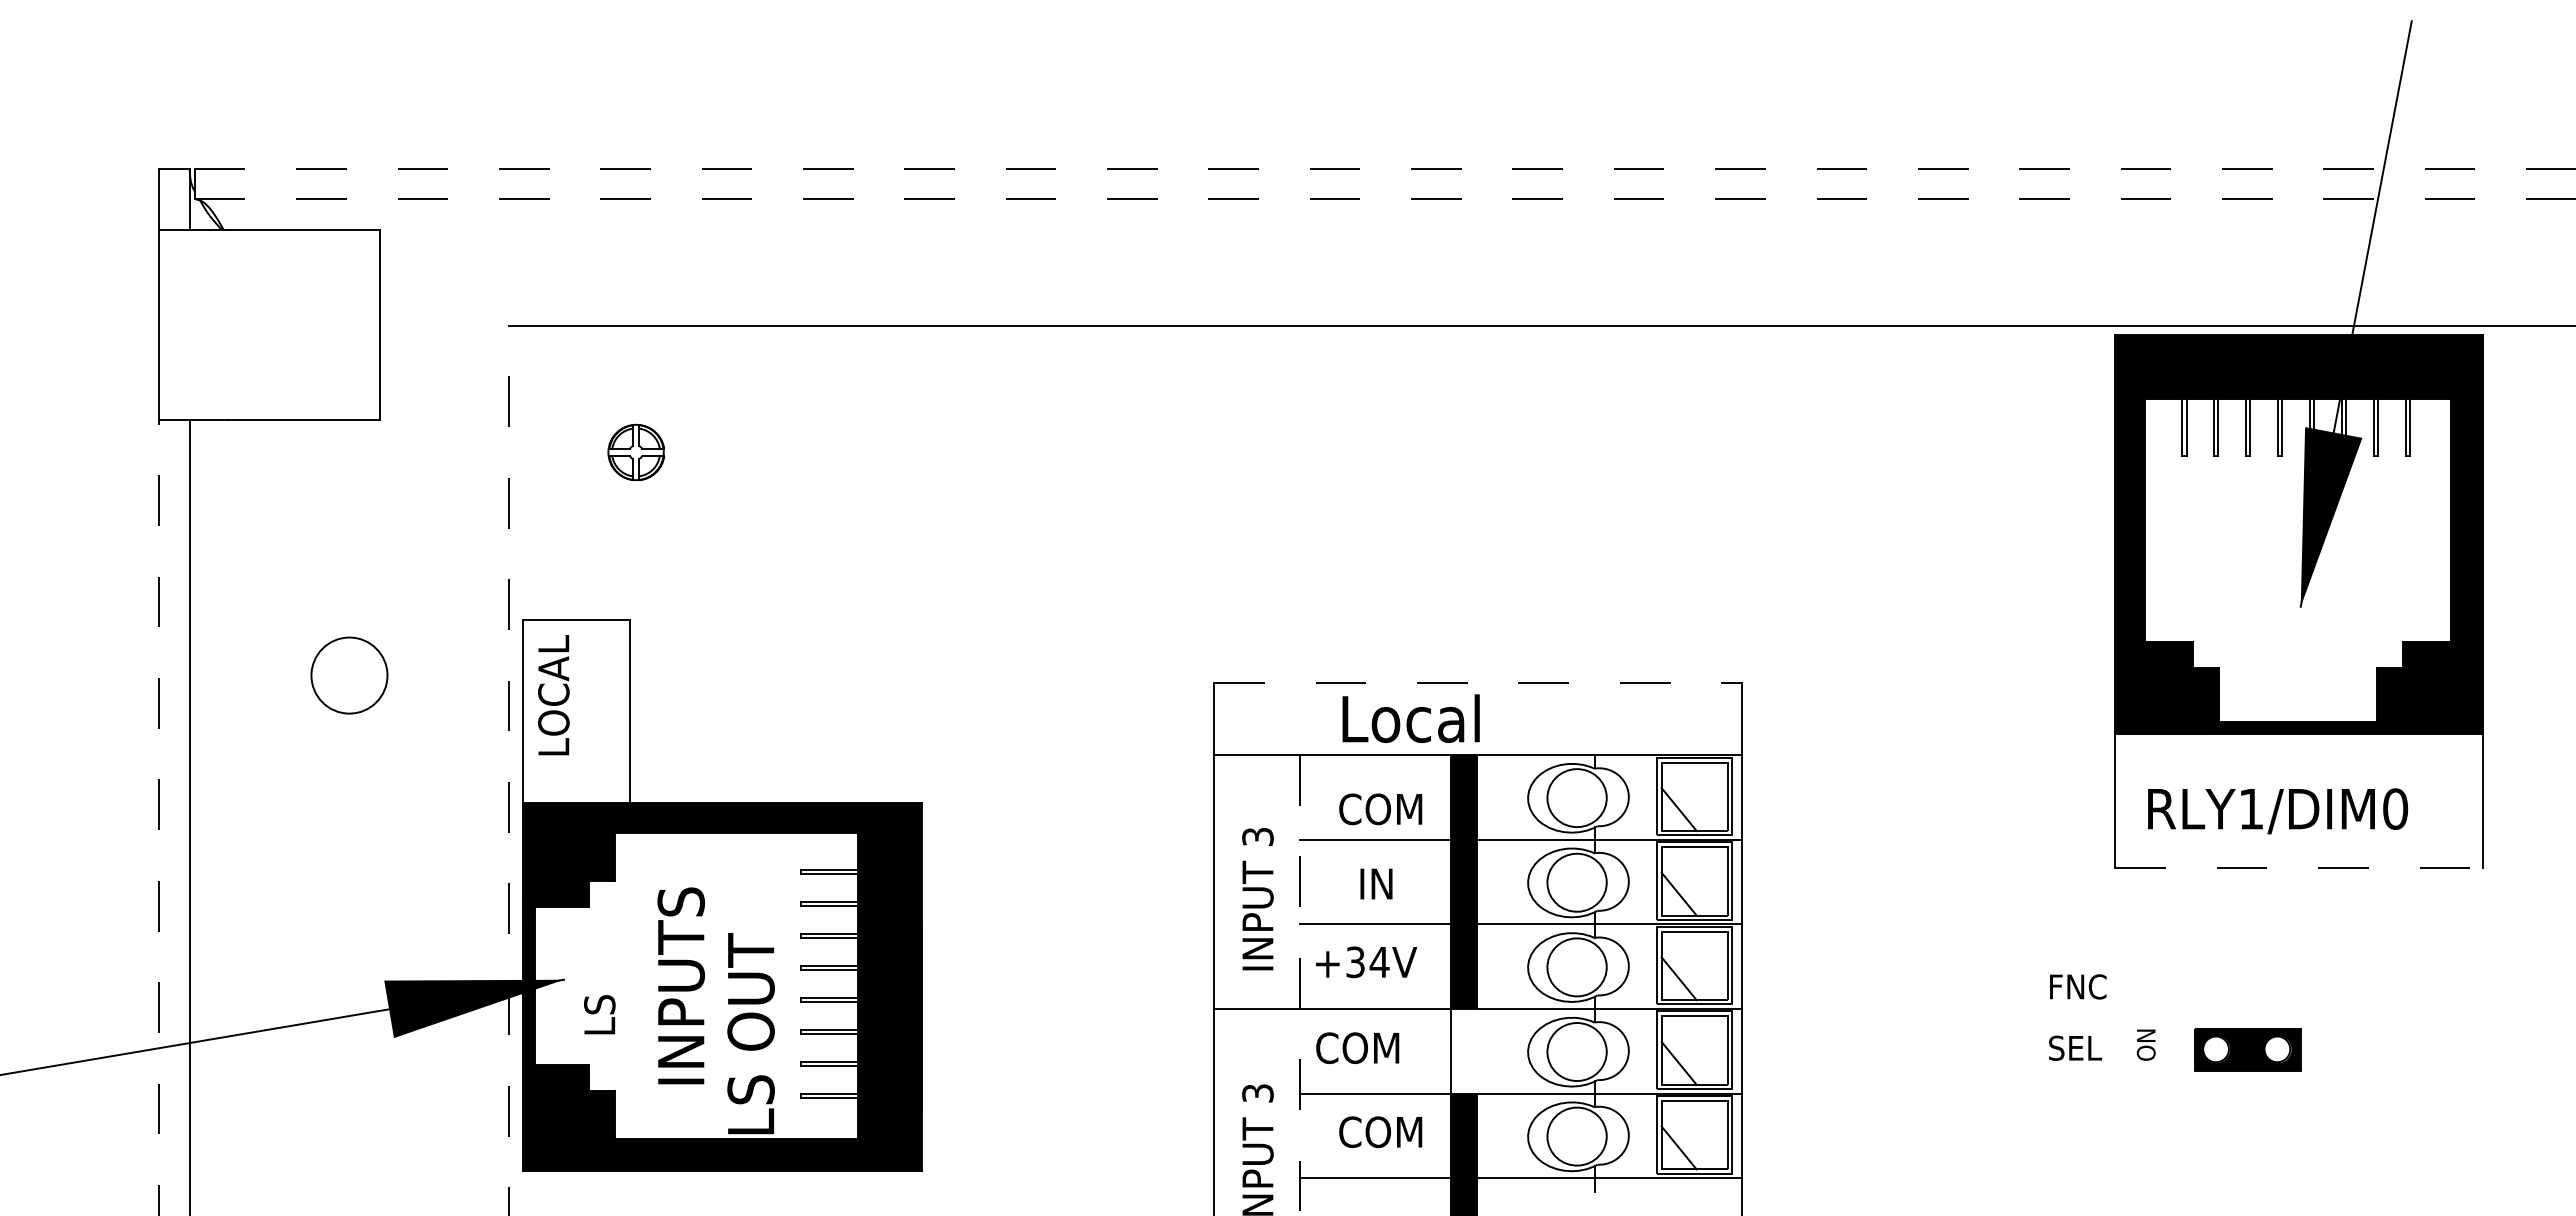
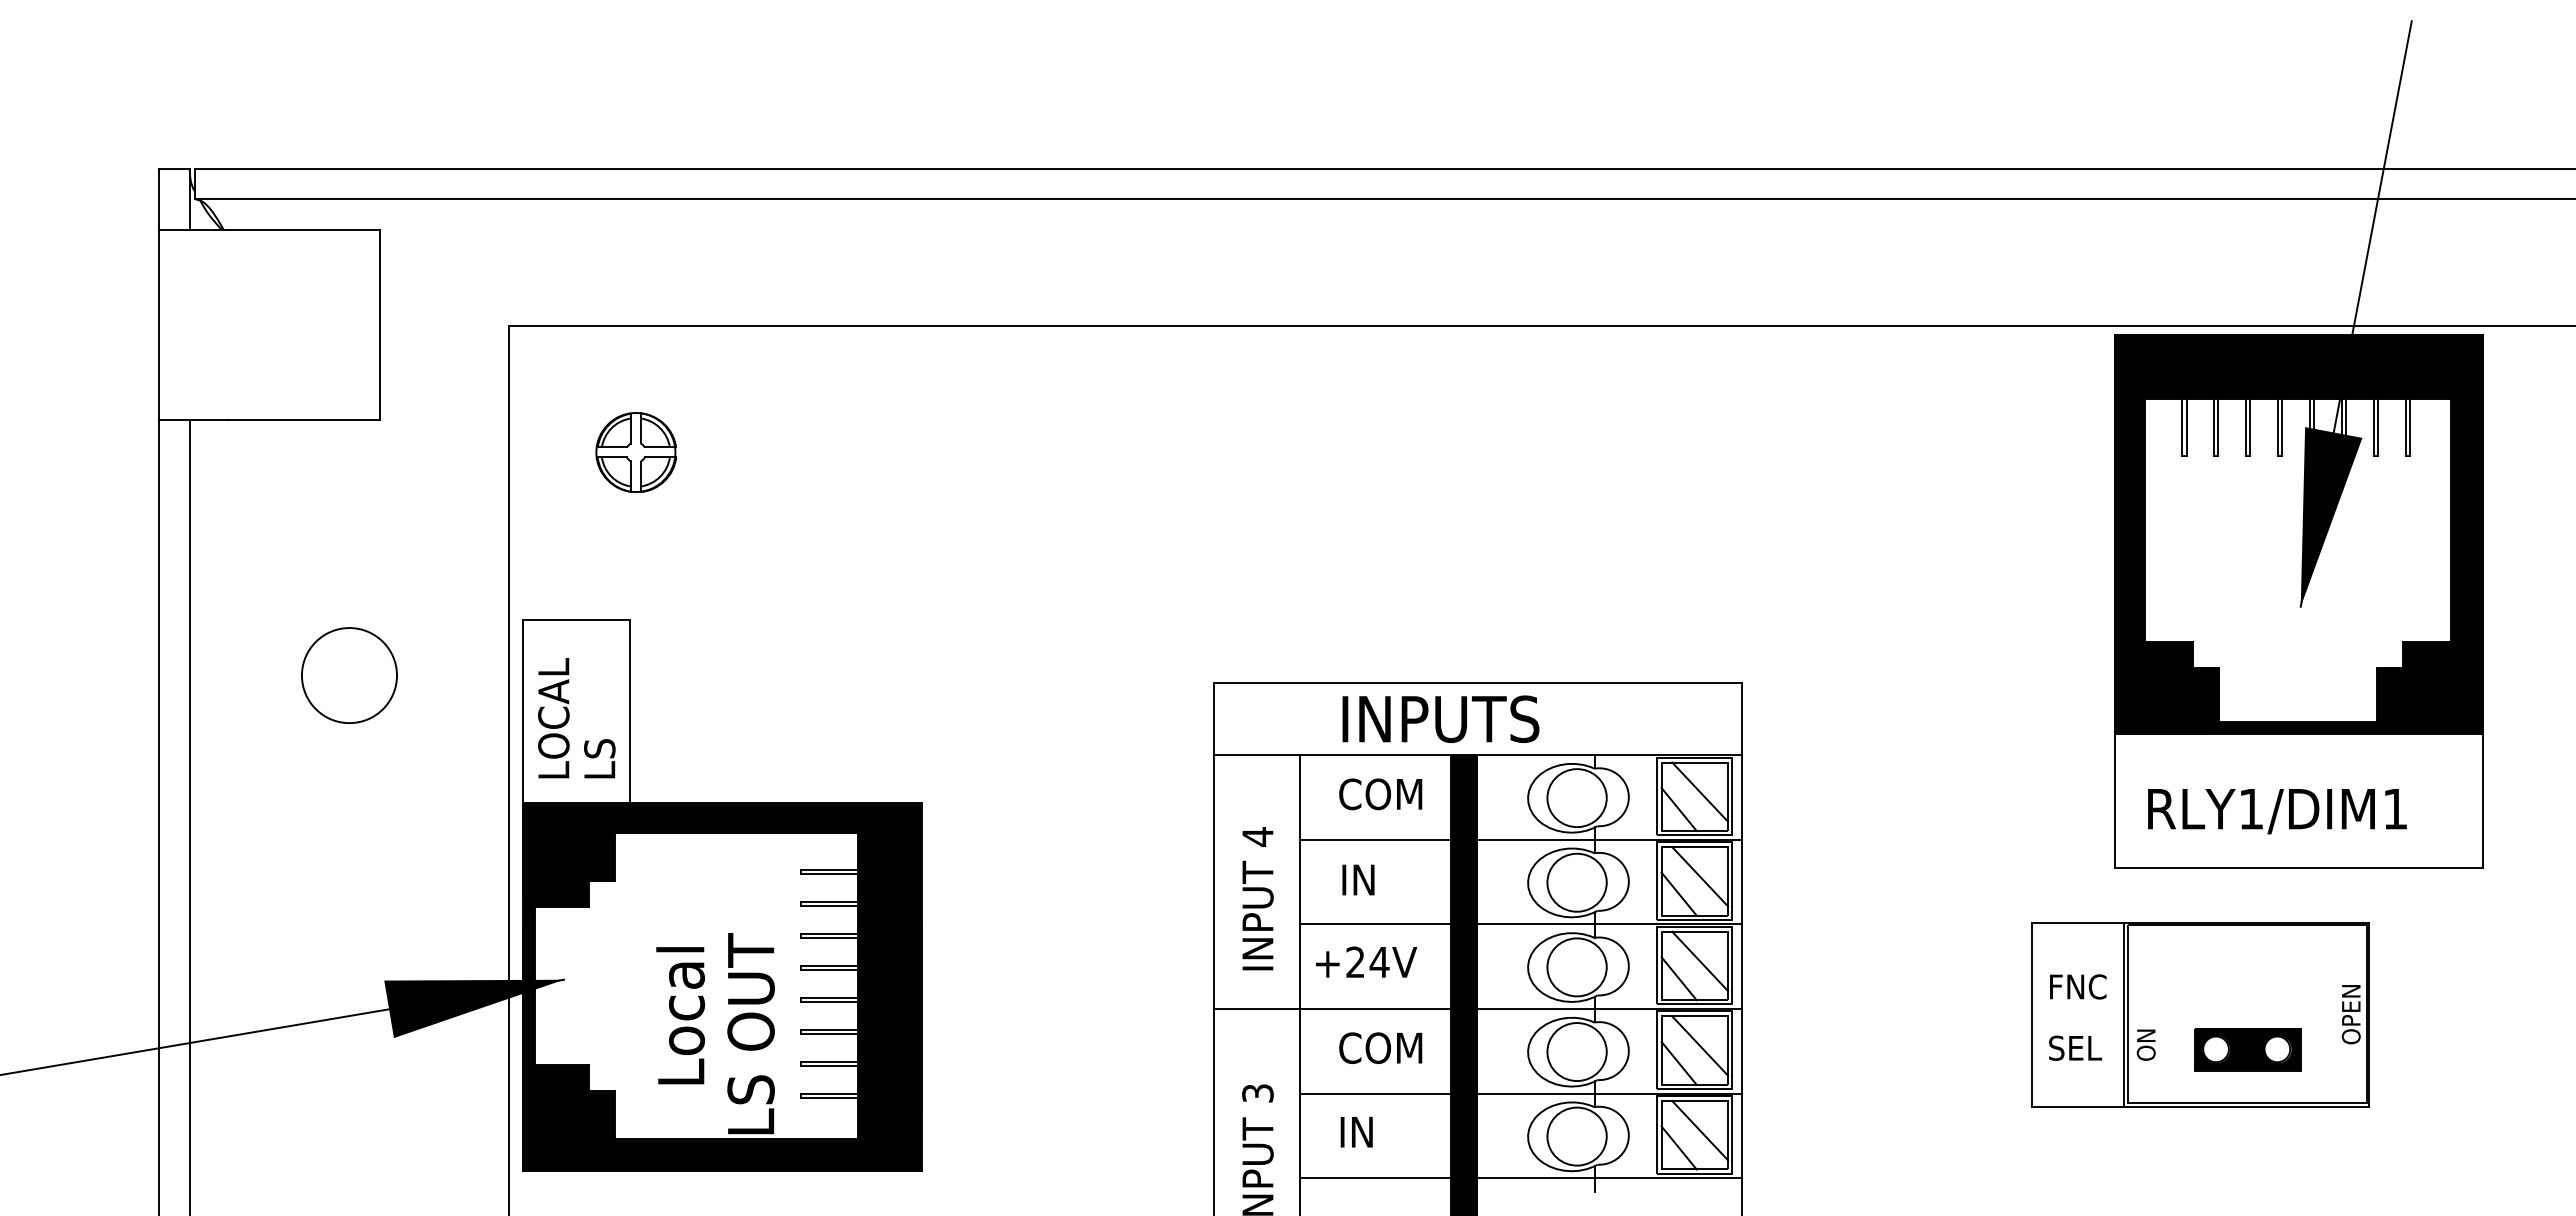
line at (1385, 168): dashed -> solid
line at (1385, 199): dashed -> solid
part at (636, 452) size: 59x57 px -> 83x81 px
circle at (349, 675) diameter: 76 px -> 95 px
line at (1478, 683): dashed -> solid
text at (553, 695) position: (553, 695) -> (553, 718)
text at (1443, 718): Local -> INPUTS
line at (509, 770): dashed -> solid
line at (1700, 791): none -> present
text at (2395, 808): RLY1/DIM0 -> RLY1/DIM1
text at (1380, 809) position: (1380, 809) -> (1380, 794)
line at (159, 817): dashed -> solid
text at (1257, 837): 3 -> 4
line at (2299, 868): dashed -> solid
line at (1700, 876): none -> present
text at (1376, 883) position: (1376, 883) -> (1358, 879)
line at (1700, 961): none -> present
text at (1355, 962): +34V -> +24V
text at (680, 982): INPUTS -> Local
line at (1300, 985): dashed -> solid
text at (599, 1014) position: (599, 1014) -> (599, 758)
part at (2200, 1014): none -> present
line at (1700, 1045): none -> present
text at (1357, 1047) position: (1357, 1047) -> (1380, 1047)
fill at (1464, 1051): none -> present
line at (1700, 1130): none -> present
text at (1380, 1132): COM -> IN
